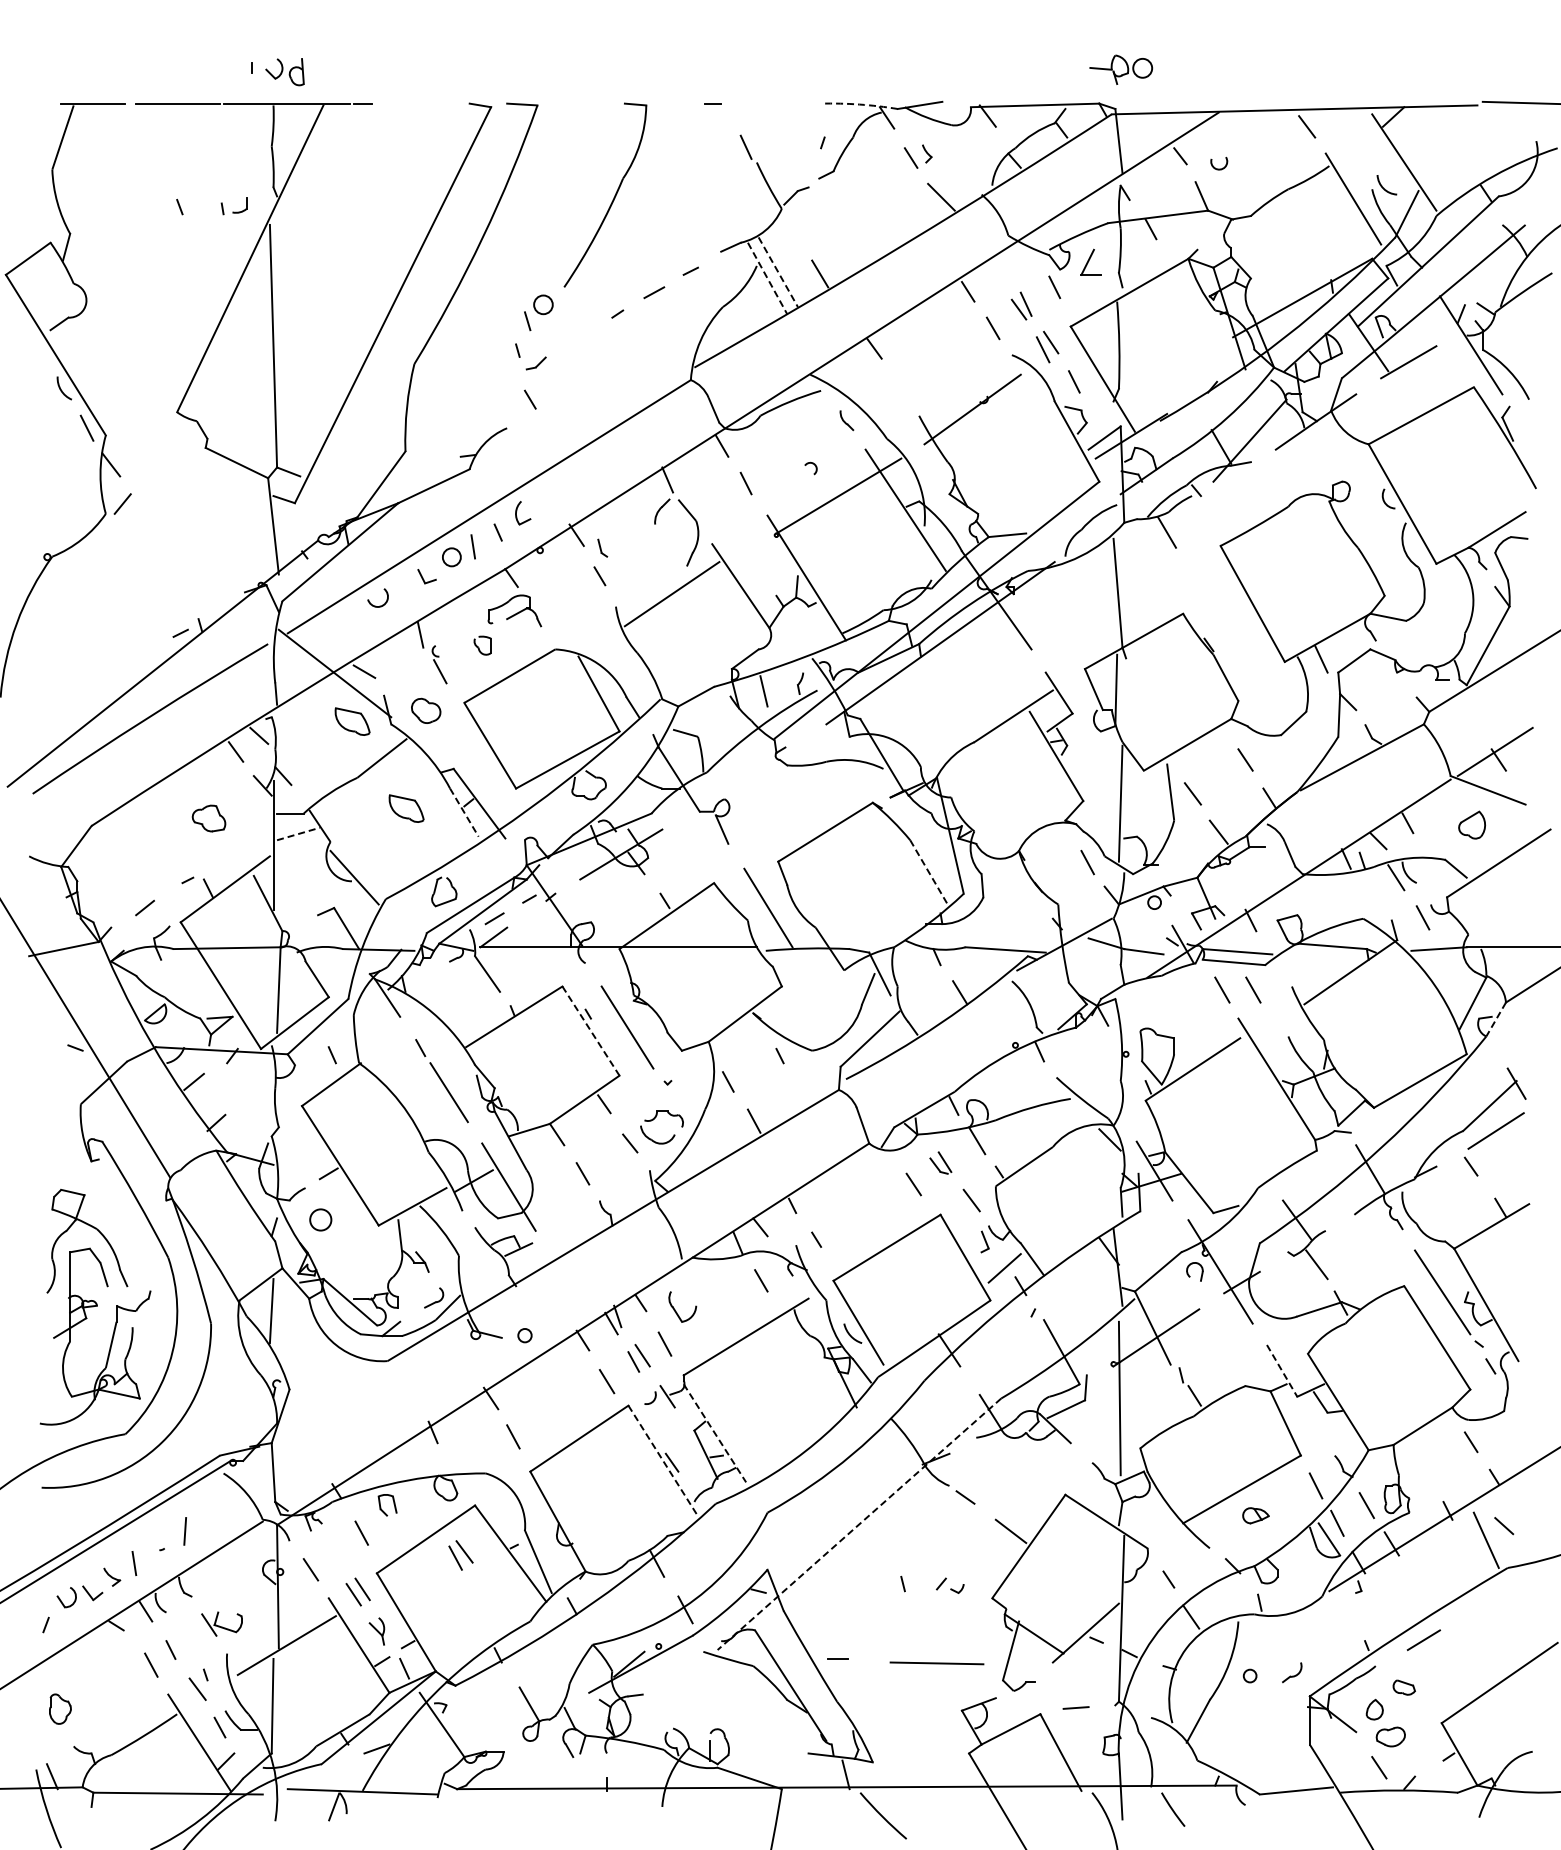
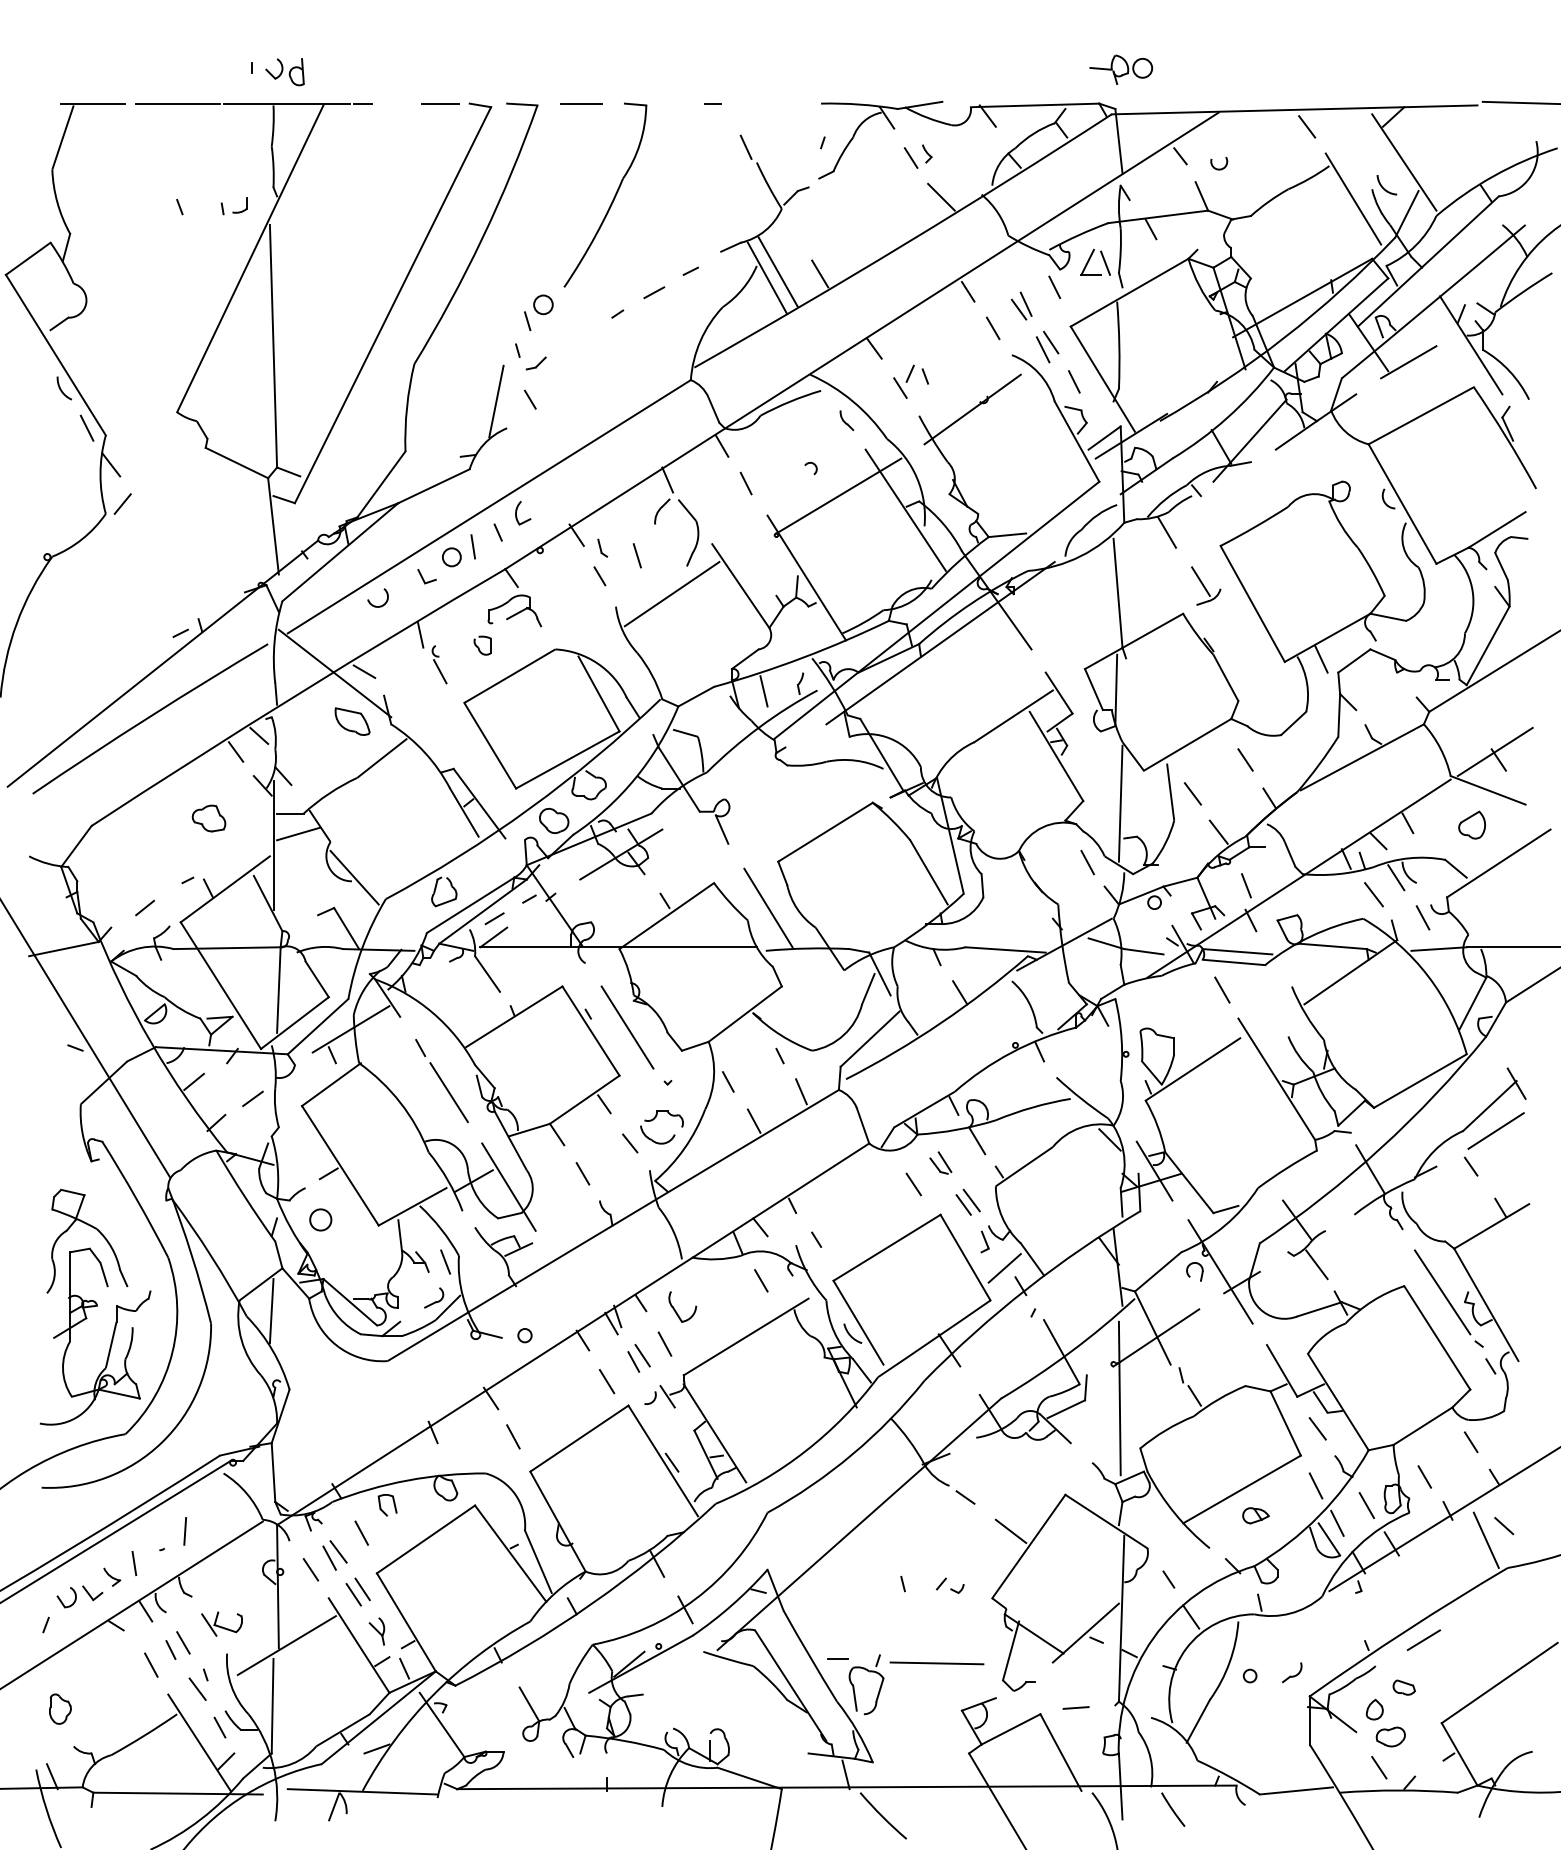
line at (440, 103): none -> present
line at (580, 103): none -> present
arc at (859, 104): dashed -> solid
line at (1105, 262): none -> present
line at (778, 272): dashed -> solid
line at (767, 278): dashed -> solid
part at (910, 381): none -> present
line at (496, 401): none -> present
line at (636, 555): none -> present
part at (1206, 585): none -> present
part at (426, 710) position: (426, 710) -> (554, 820)
part at (406, 808): present -> none
line at (464, 812): dashed -> solid
line at (298, 833): dashed -> solid
line at (929, 872): dashed -> solid
line at (1246, 885): none -> present
line at (1373, 894): none -> present
line at (1253, 989): present -> none
line at (1496, 1019): dashed -> solid
line at (350, 1029): none -> present
line at (590, 1031): dashed -> solid
line at (801, 1091): none -> present
line at (252, 1098): none -> present
line at (963, 1204): none -> present
line at (445, 1261): none -> present
line at (1282, 1370): dashed -> solid
line at (1317, 1428): none -> present
line at (715, 1433): dashed -> solid
line at (663, 1461): dashed -> solid
line at (1424, 1476): none -> present
line at (859, 1524): dashed -> solid
part at (460, 1555) position: (460, 1555) -> (334, 1555)
line at (183, 1642): none -> present
part at (854, 1685): none -> present
